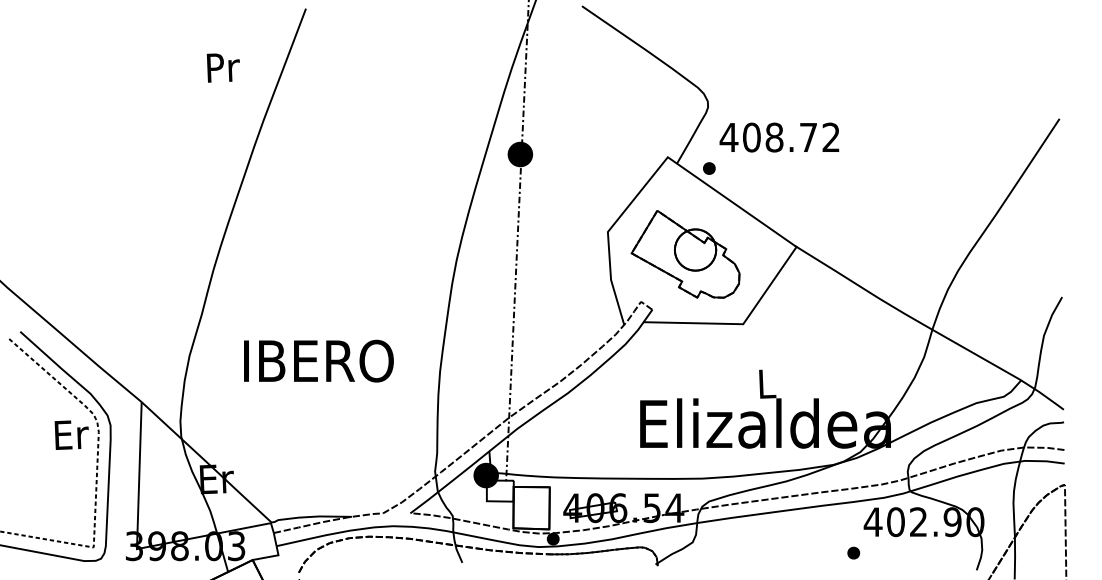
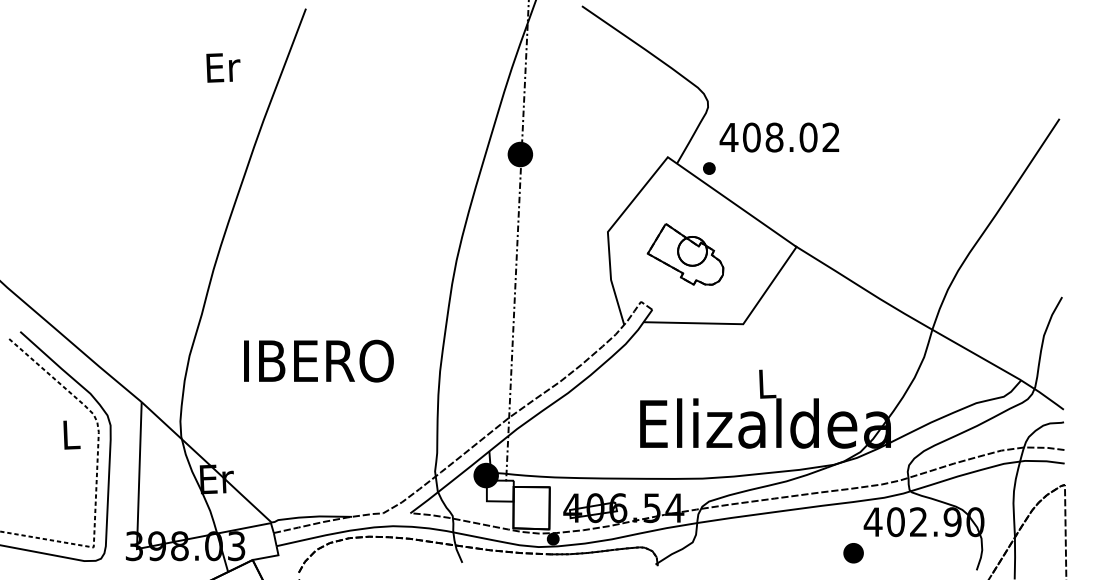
text at (223, 67): Pr -> Er
text at (808, 137): 408.72 -> 408.02
part at (685, 254) size: 111x89 px -> 79x63 px
text at (71, 434): Er -> L
part at (853, 552) size: 14x14 px -> 21x21 px
